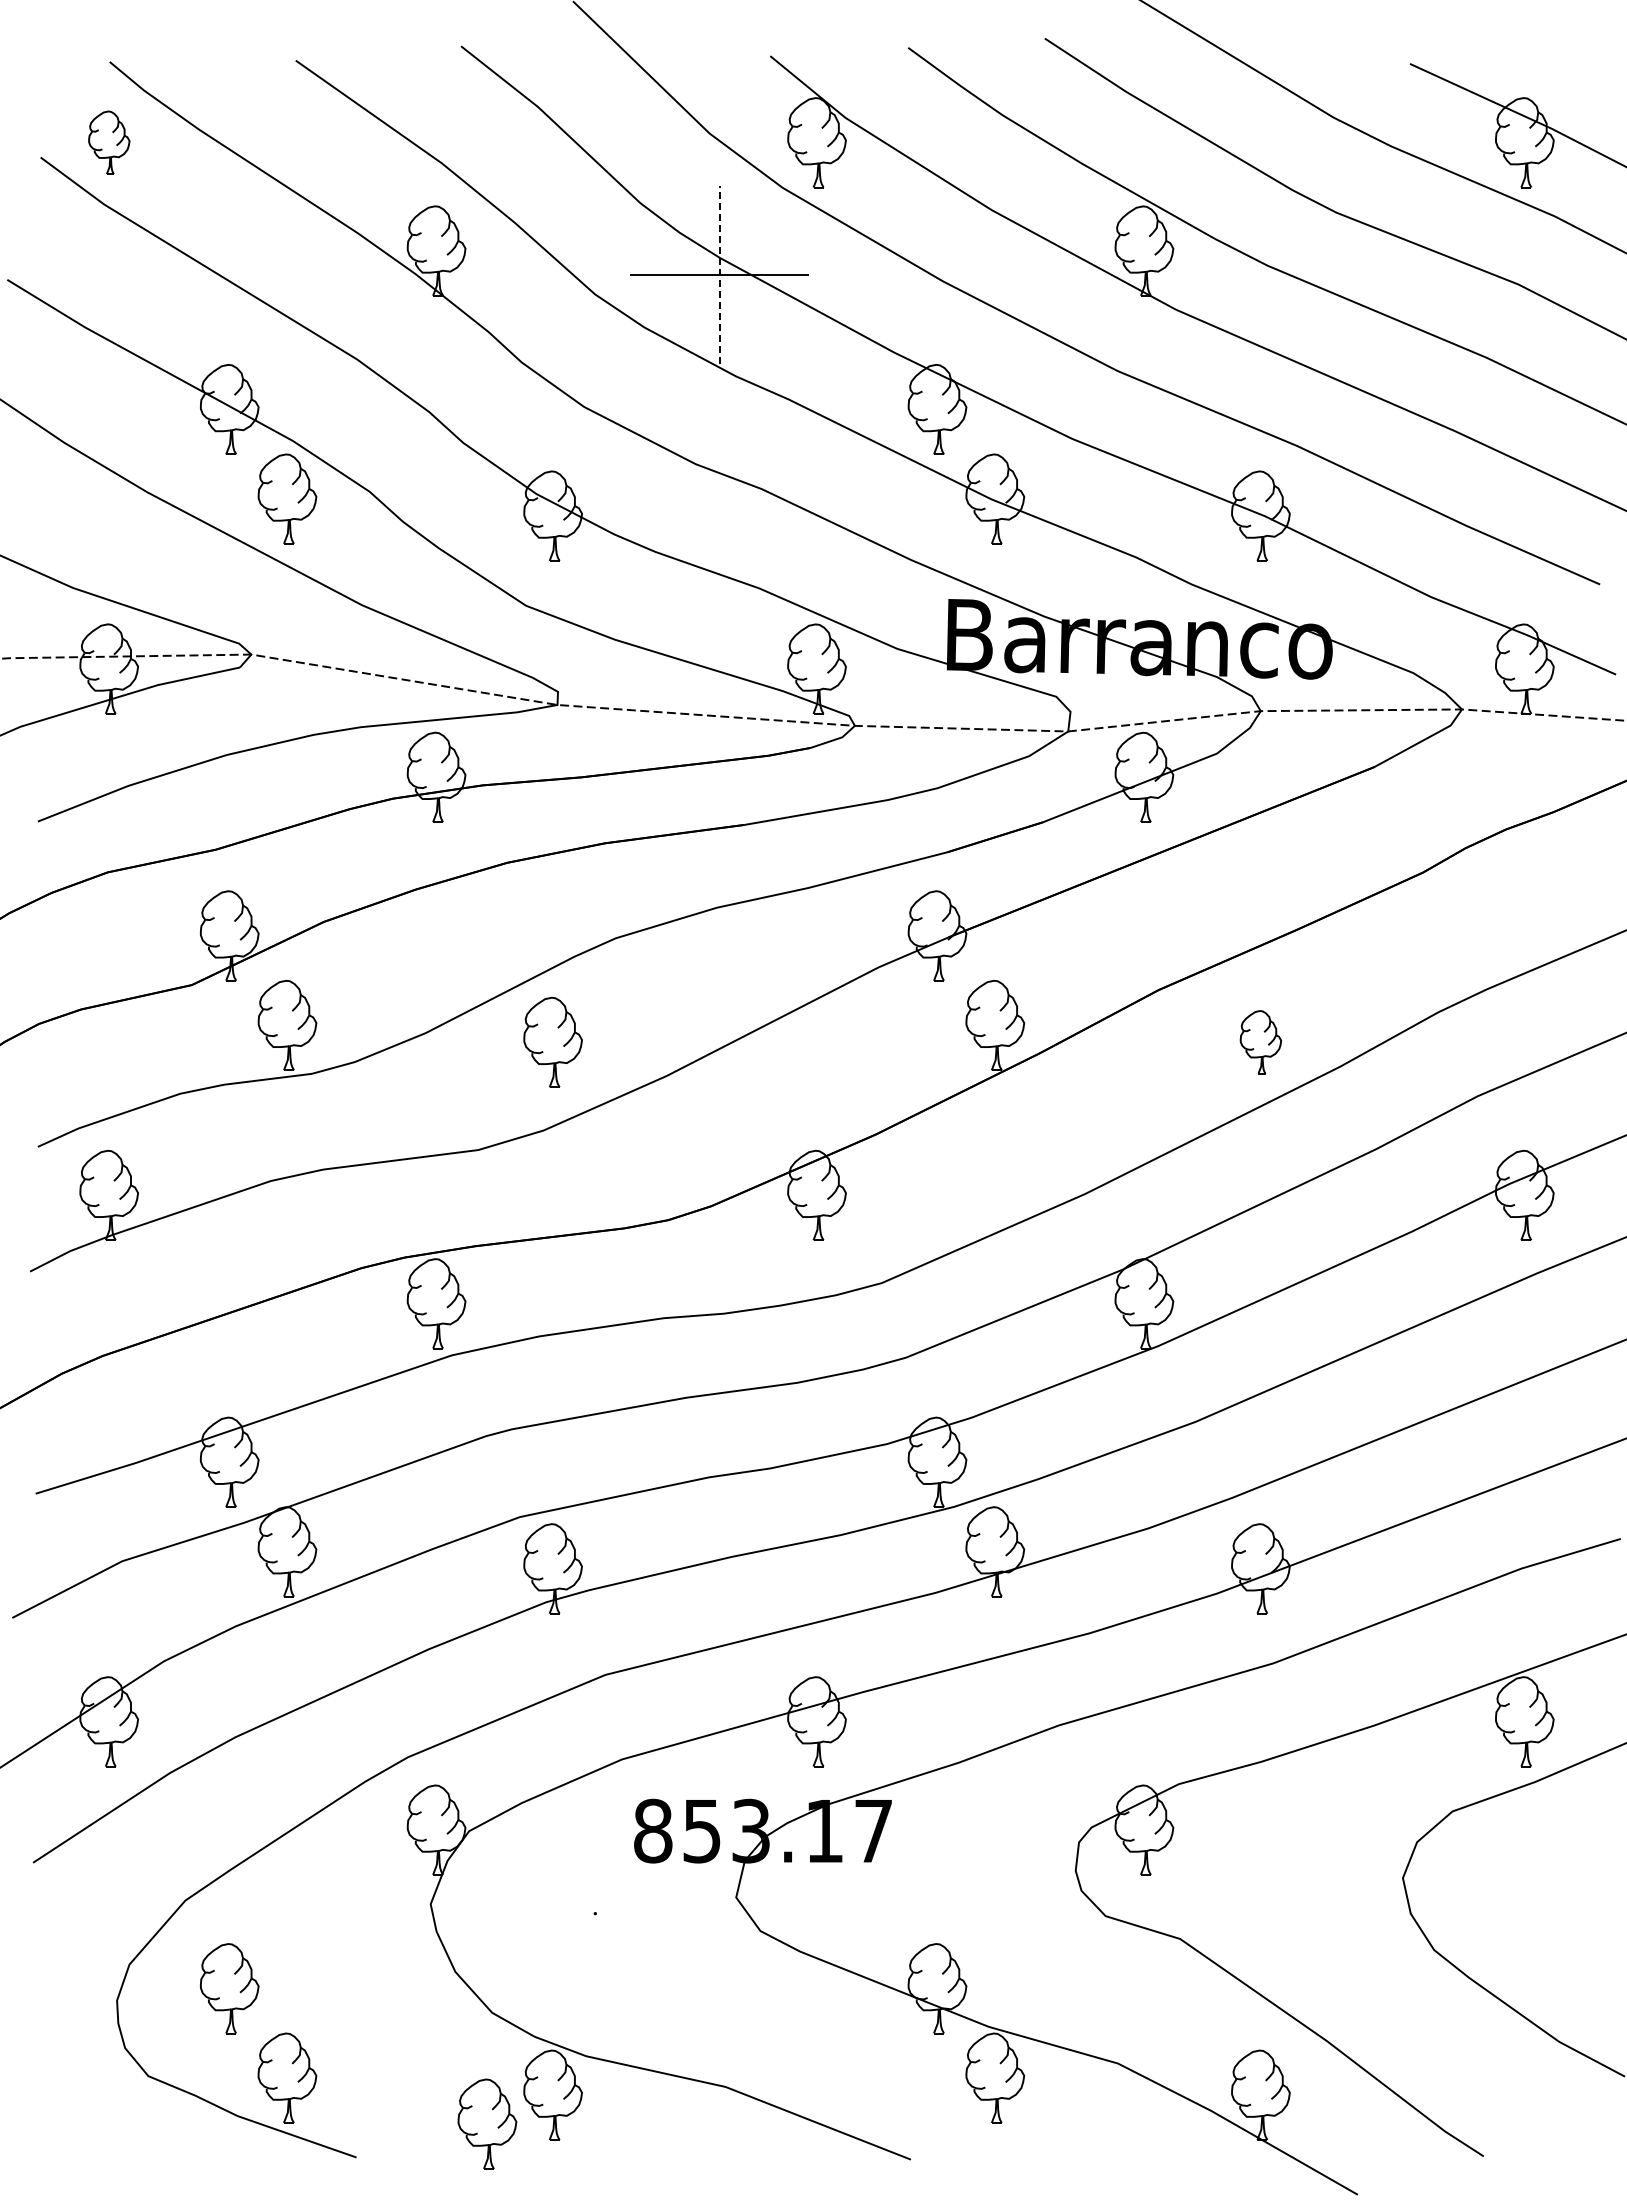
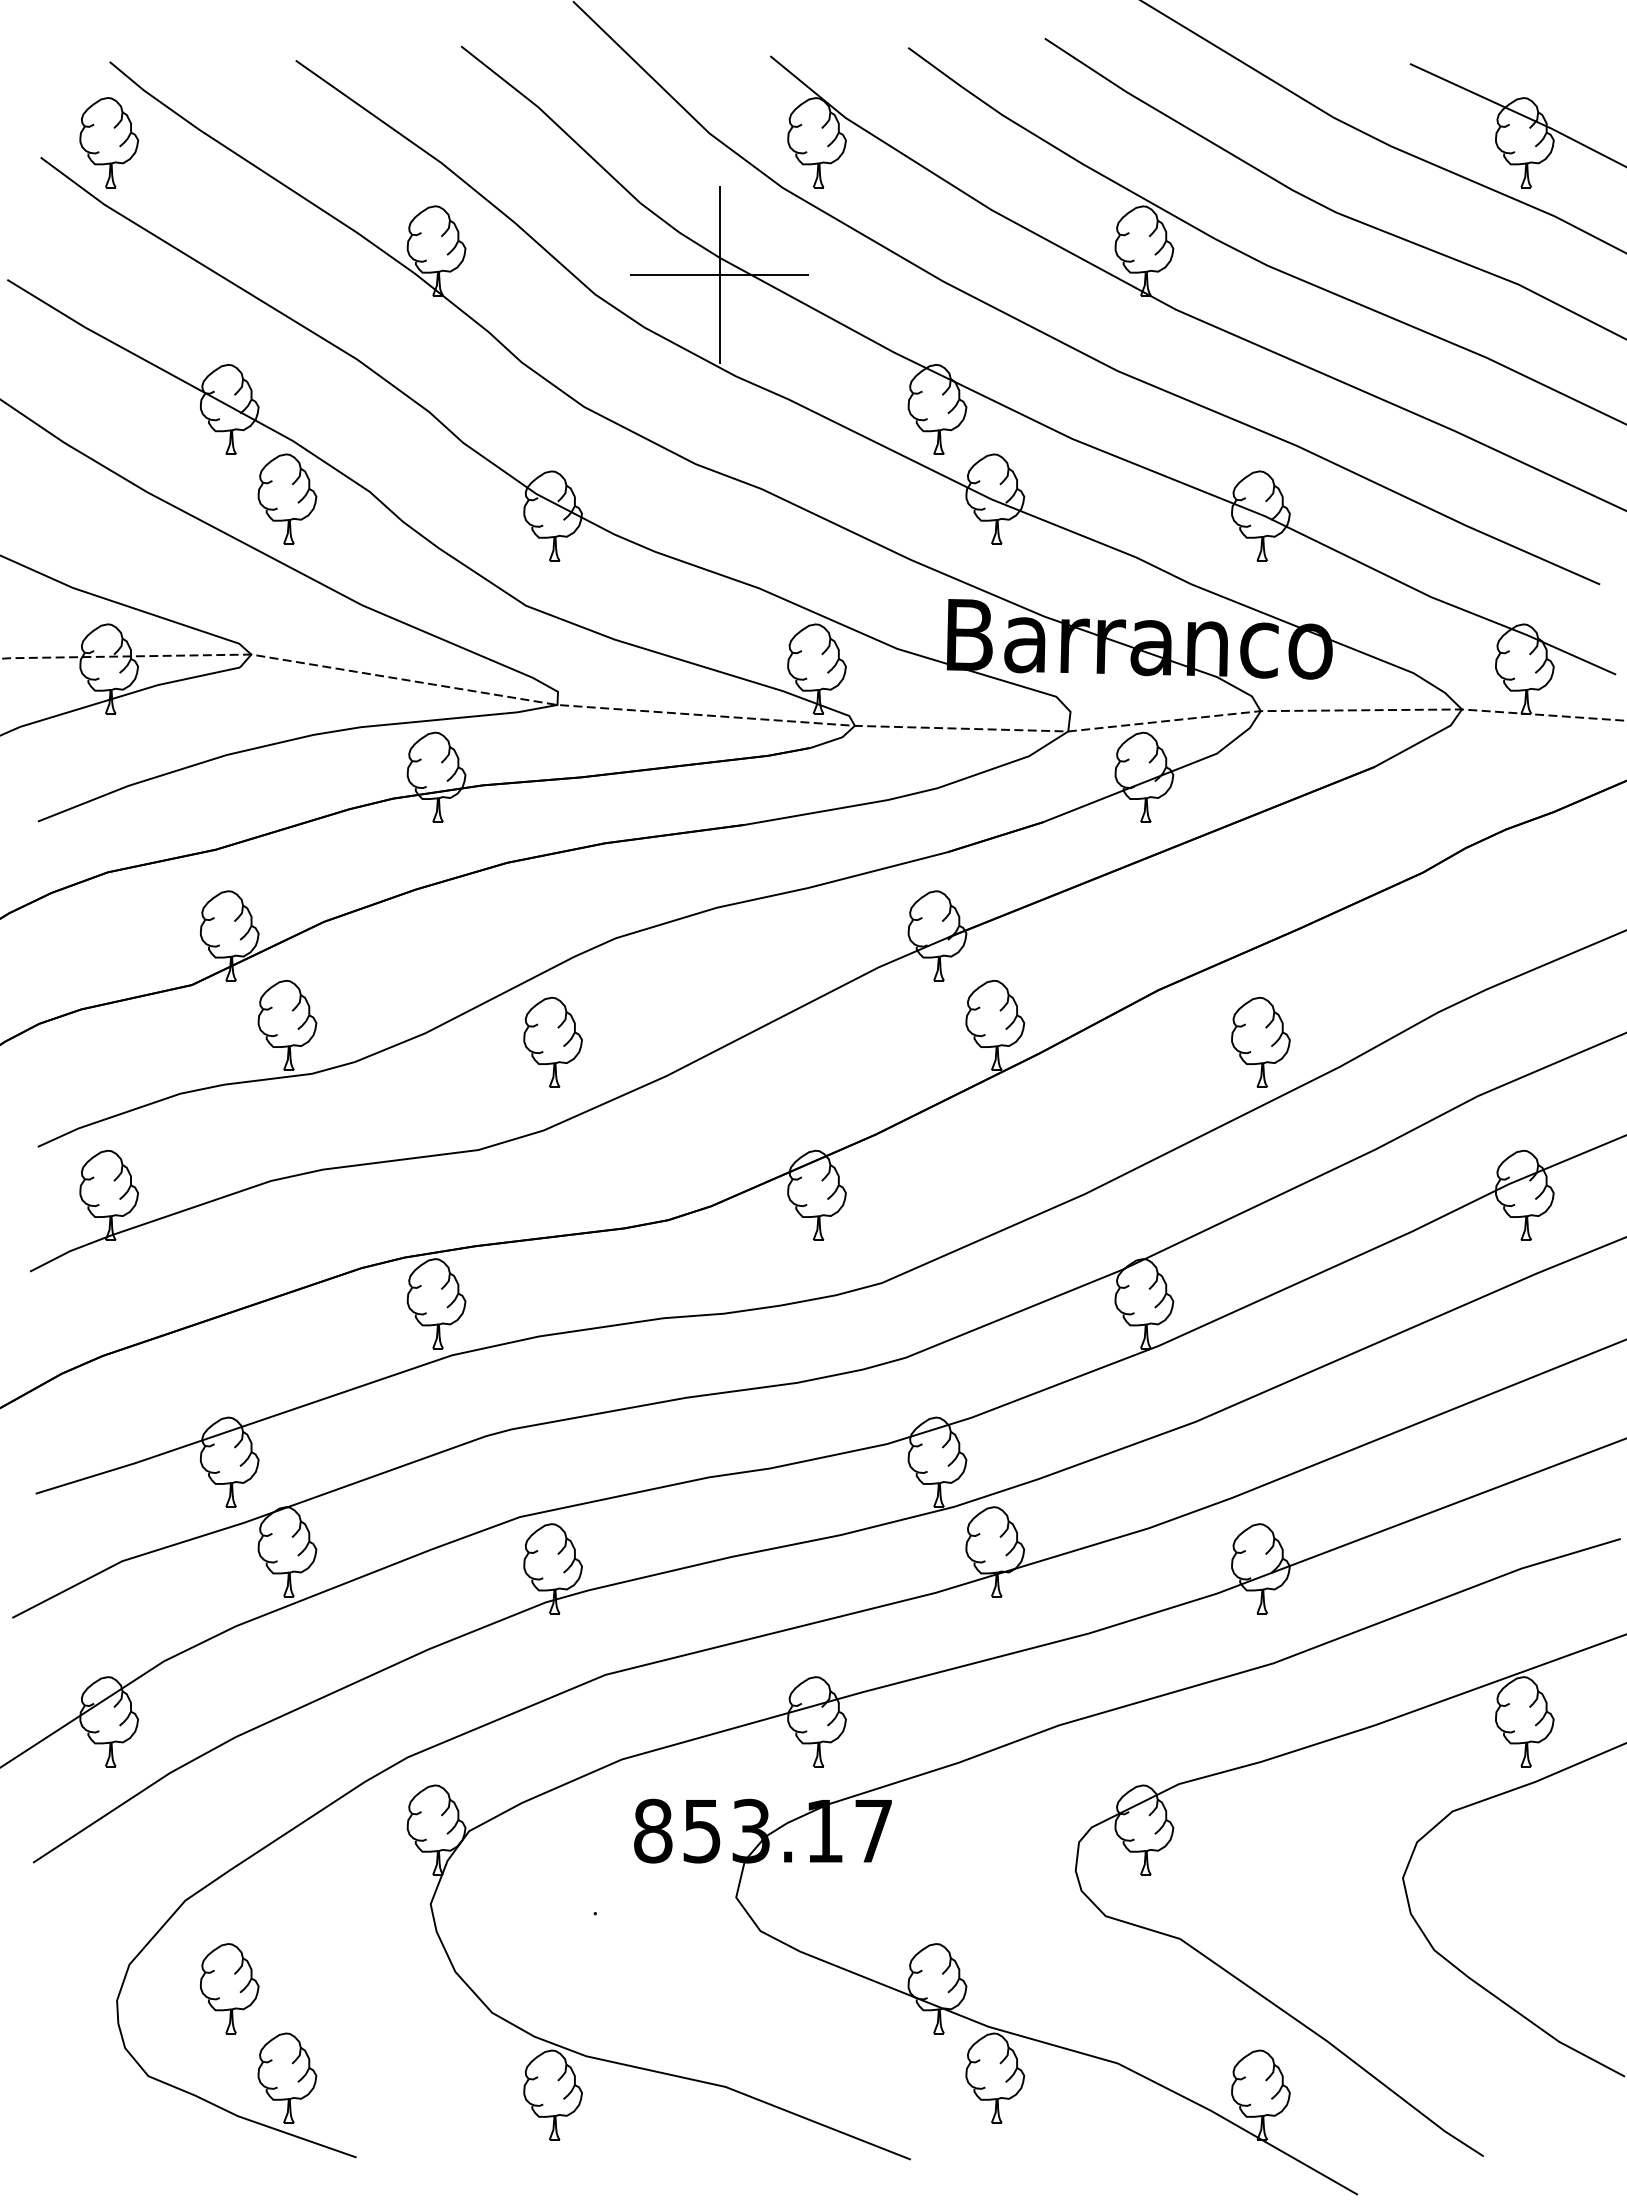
part at (109, 142) size: 43x65 px -> 61x92 px
line at (719, 274): dashed -> solid
part at (1260, 1042) size: 44x65 px -> 60x92 px
part at (487, 2123): present -> none
